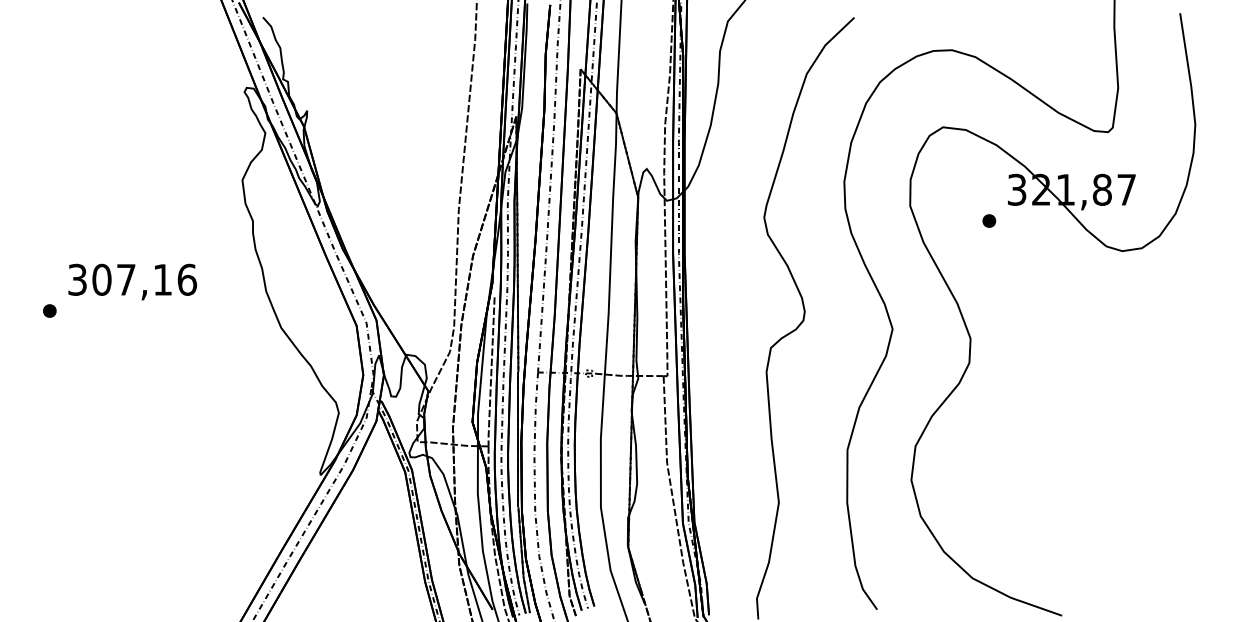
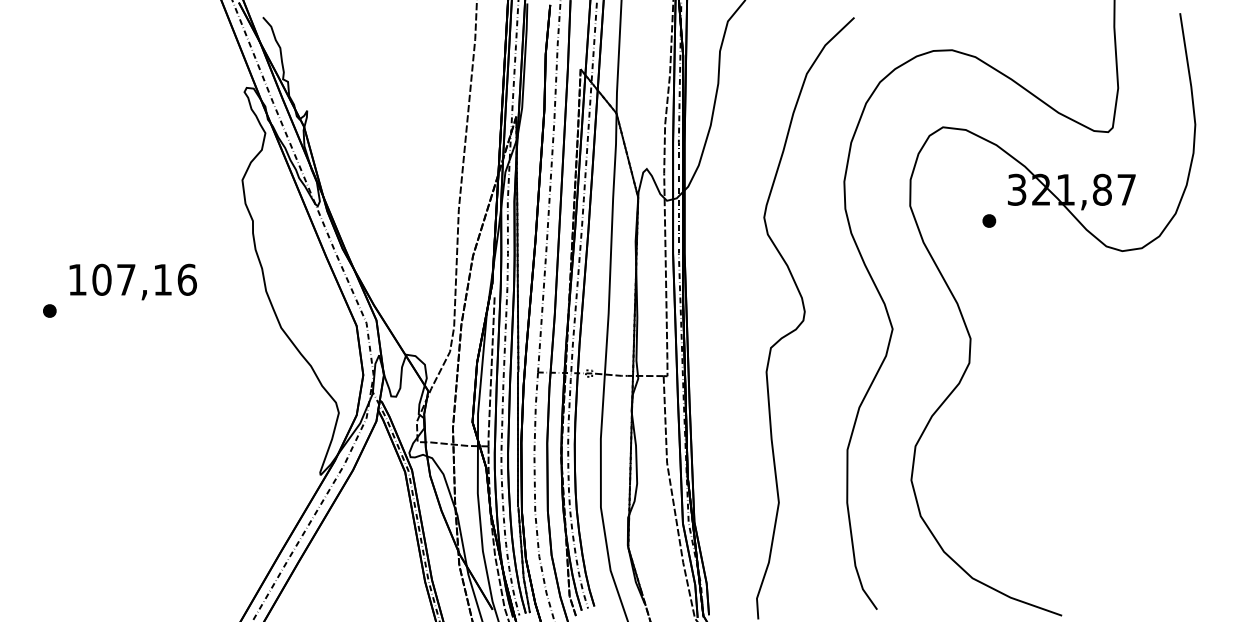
text at (77, 279): 307,16 -> 107,16
